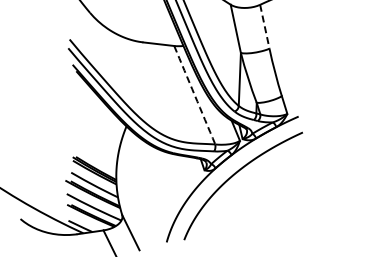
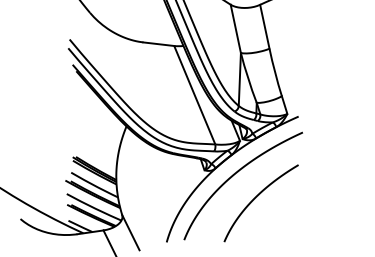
line at (264, 27): dashed -> solid
arc at (194, 95): dashed -> solid
curve at (255, 198): none -> present
